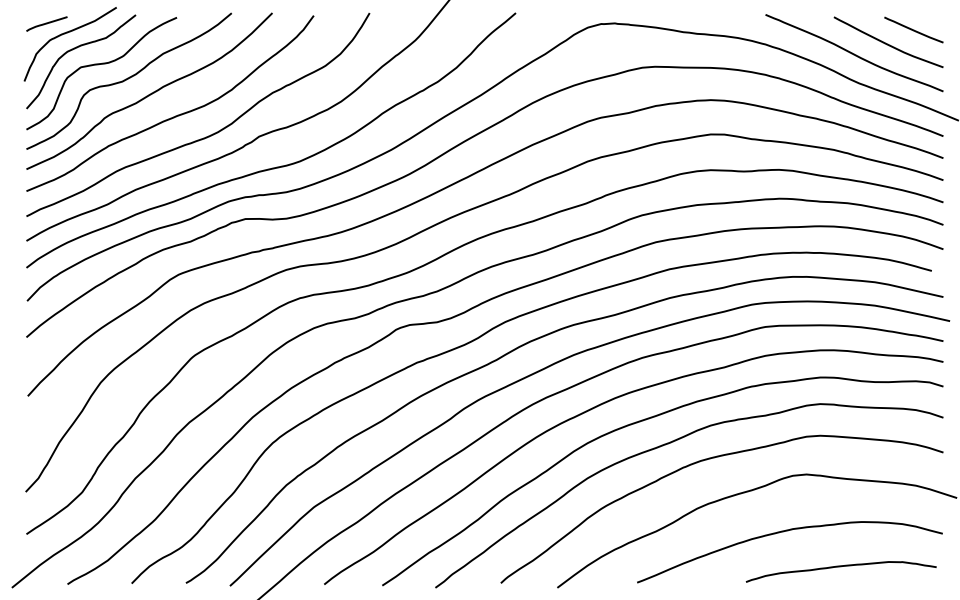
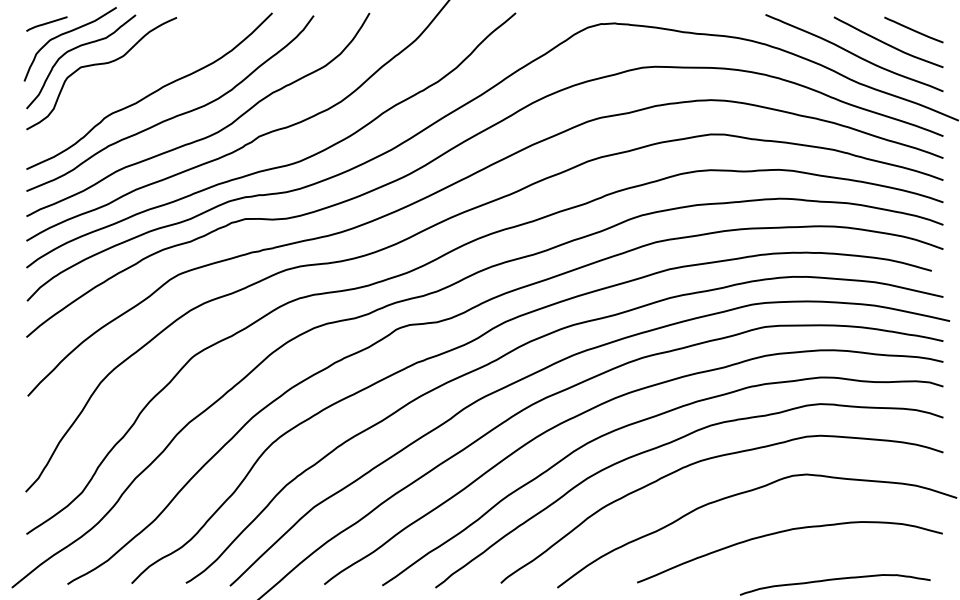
curve at (128, 79): present -> none
curve at (840, 567) position: (840, 567) -> (834, 580)
